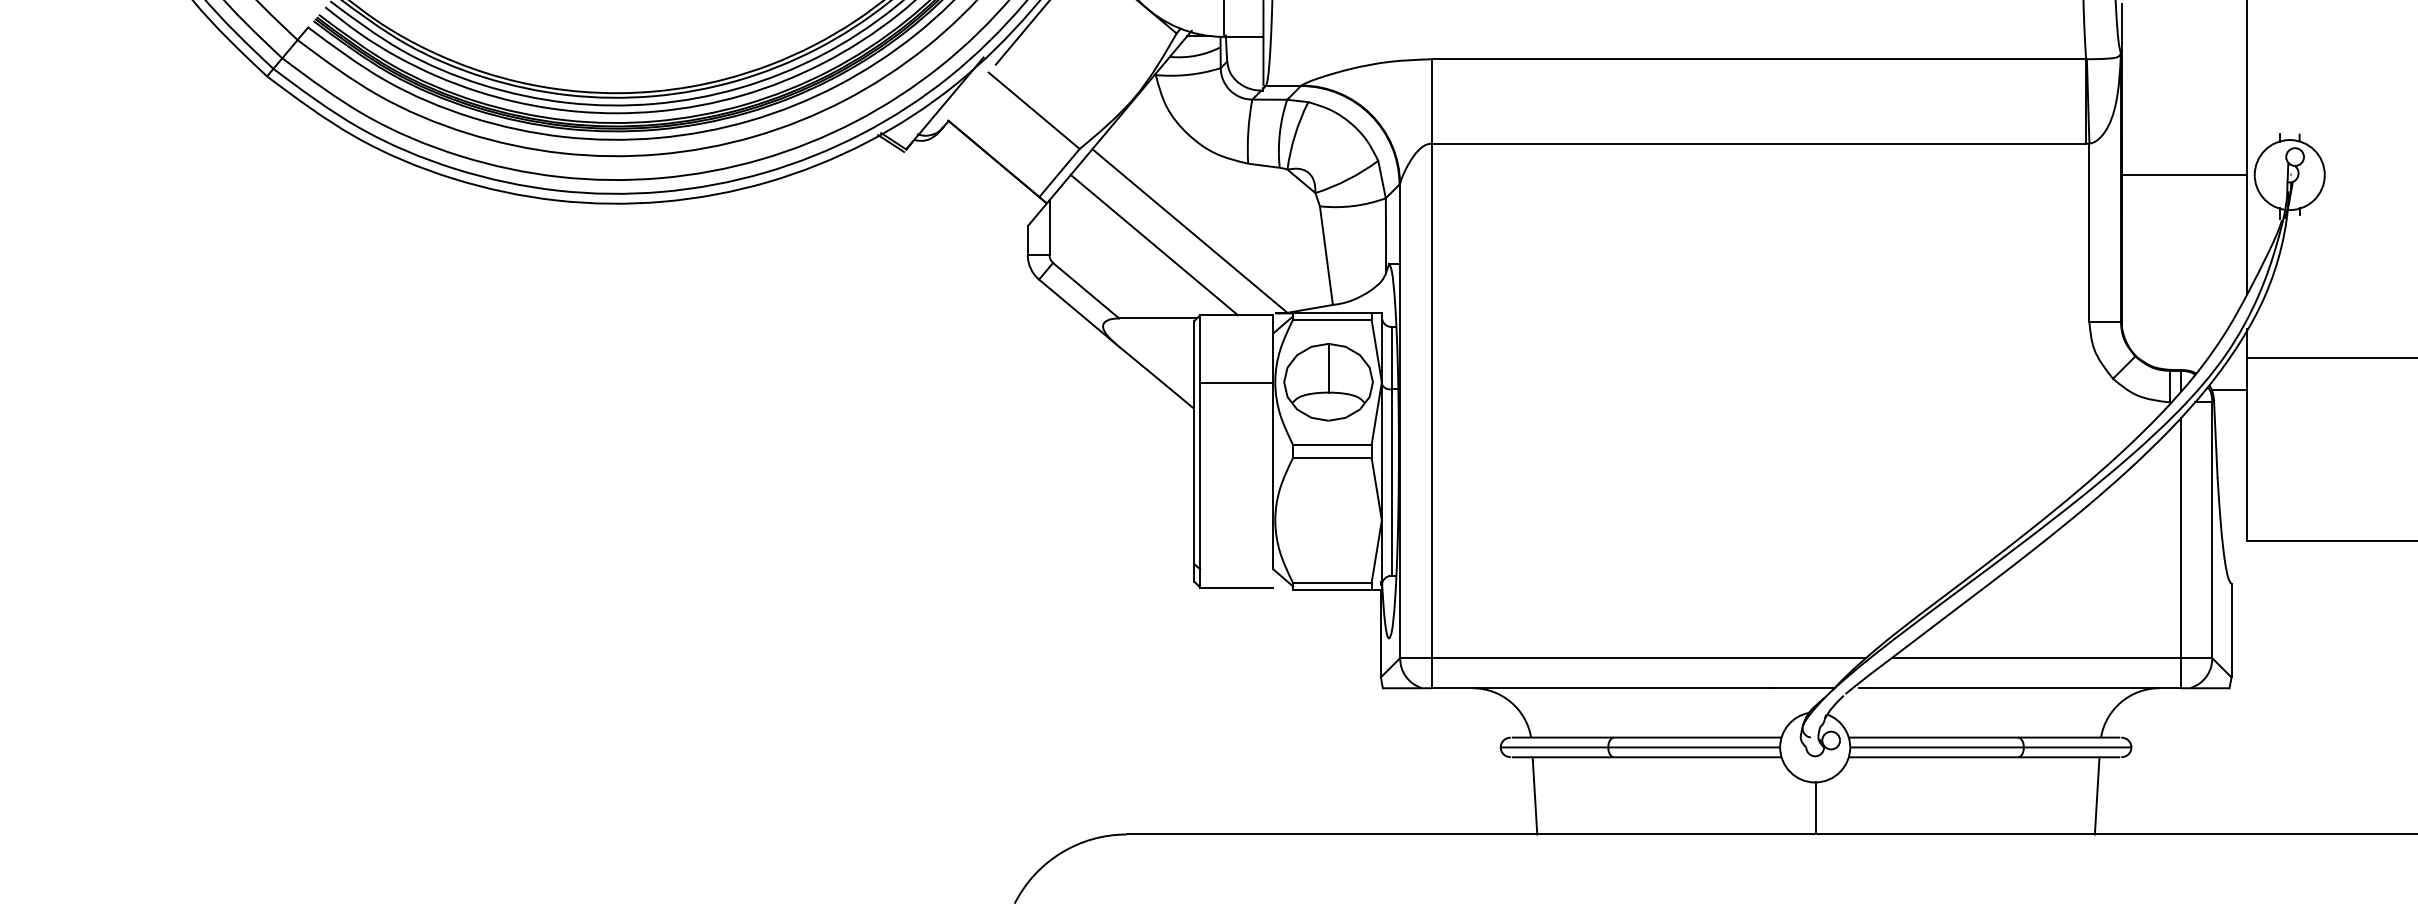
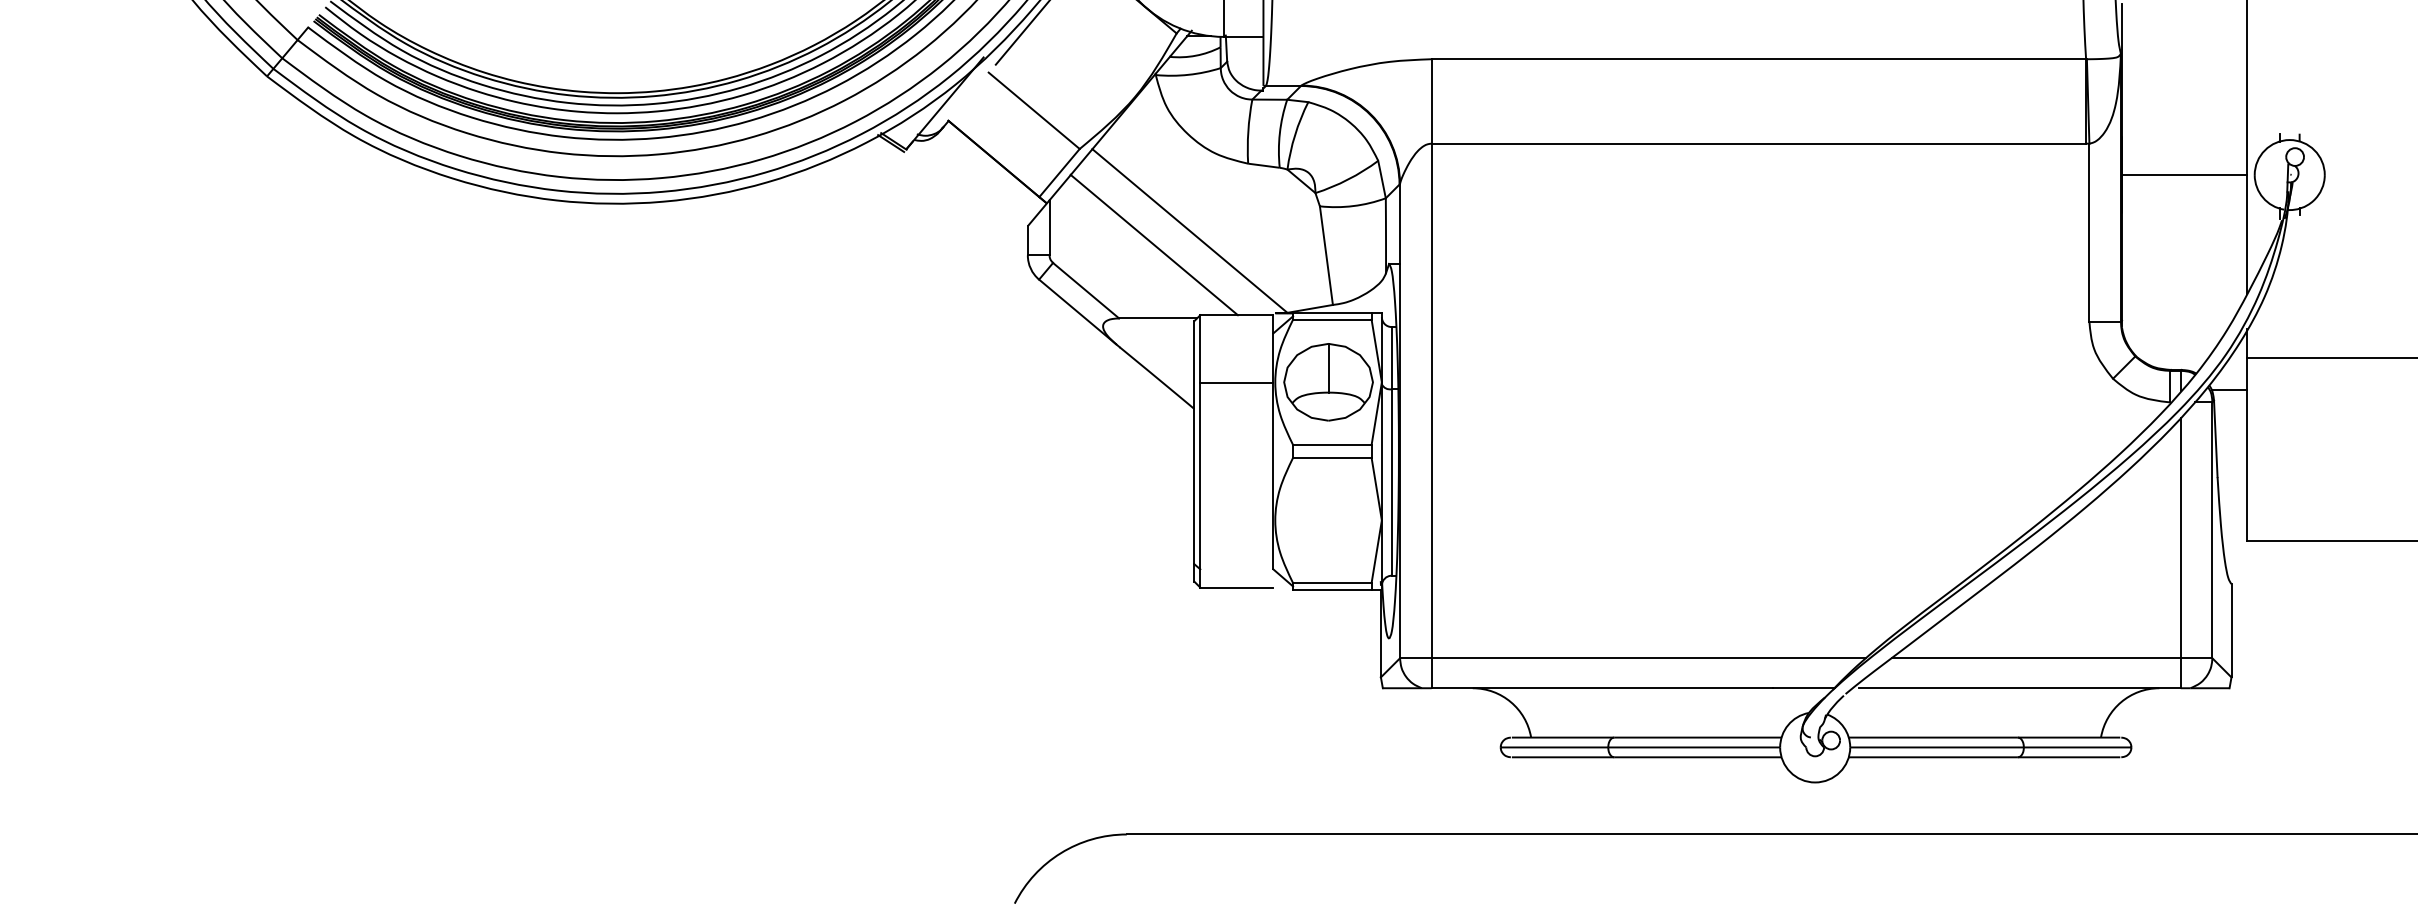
line at (1534, 795): present -> none
line at (2096, 795): present -> none
line at (1816, 808): present -> none
